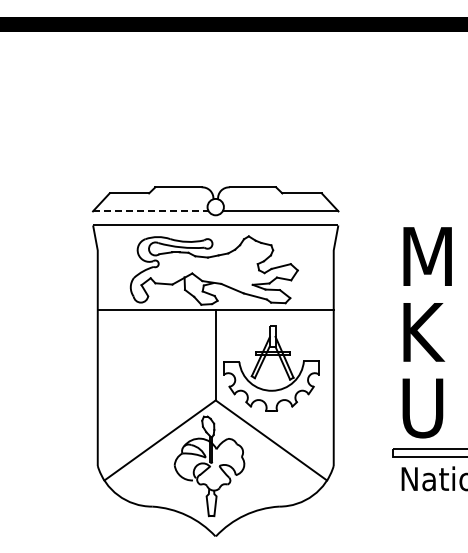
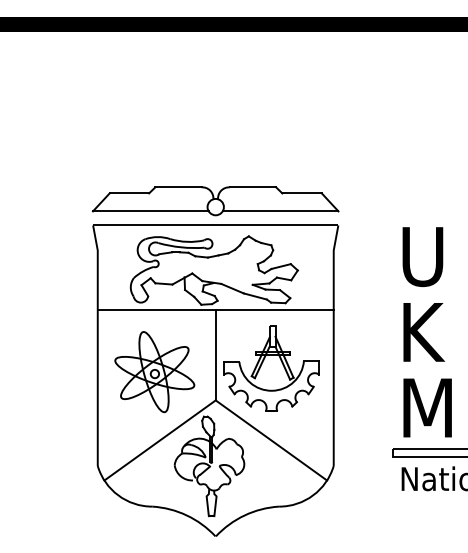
line at (150, 211): dashed -> solid
text at (426, 257): M -> U
part at (154, 372): none -> present
text at (426, 408): U -> M
